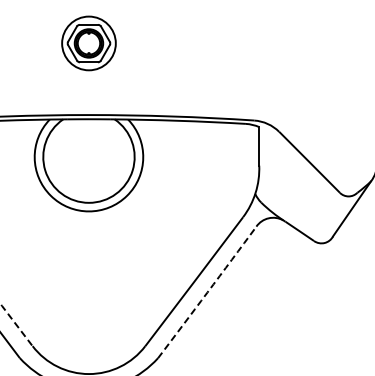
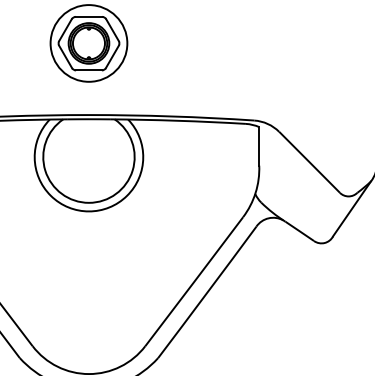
part at (88, 43) size: 56x57 px -> 80x79 px
arc at (207, 292): dashed -> solid
arc at (16, 325): dashed -> solid
